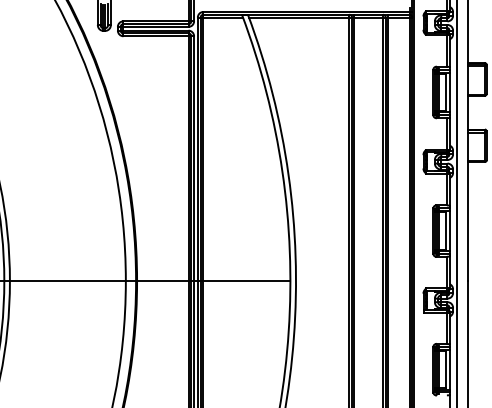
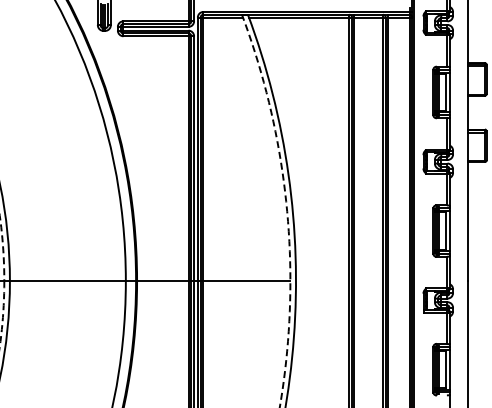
line at (456, 203): present -> none
arc at (286, 207): solid -> dashed
circle at (2, 281): solid -> dashed
